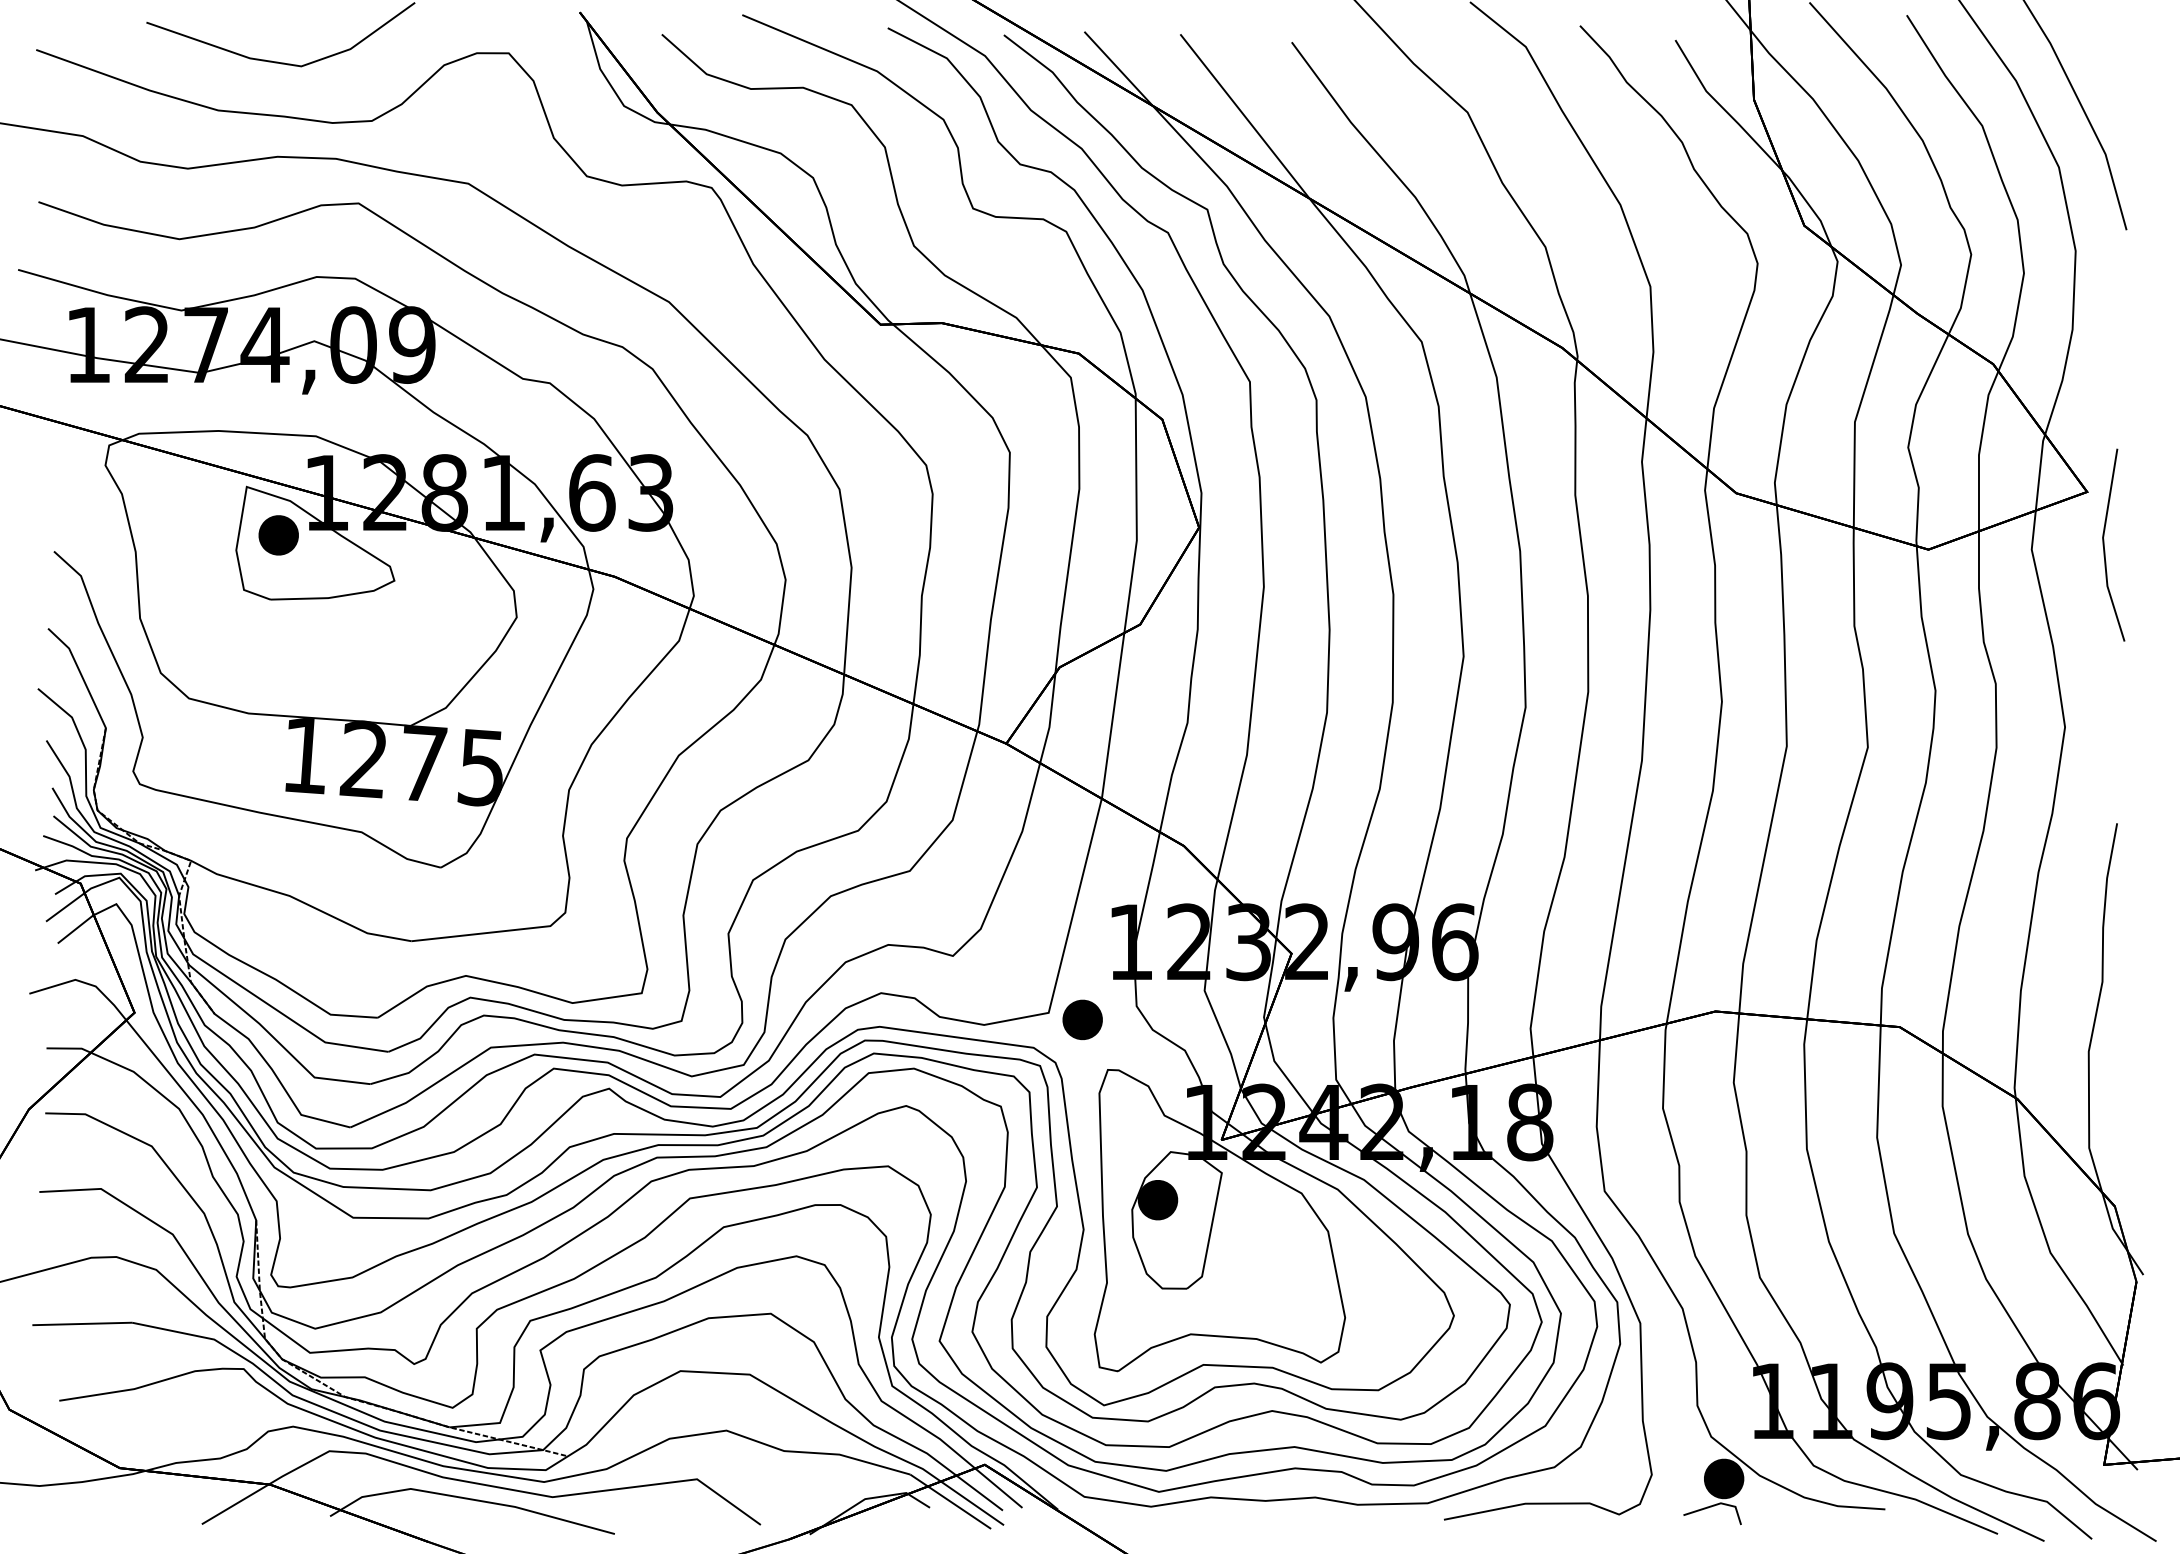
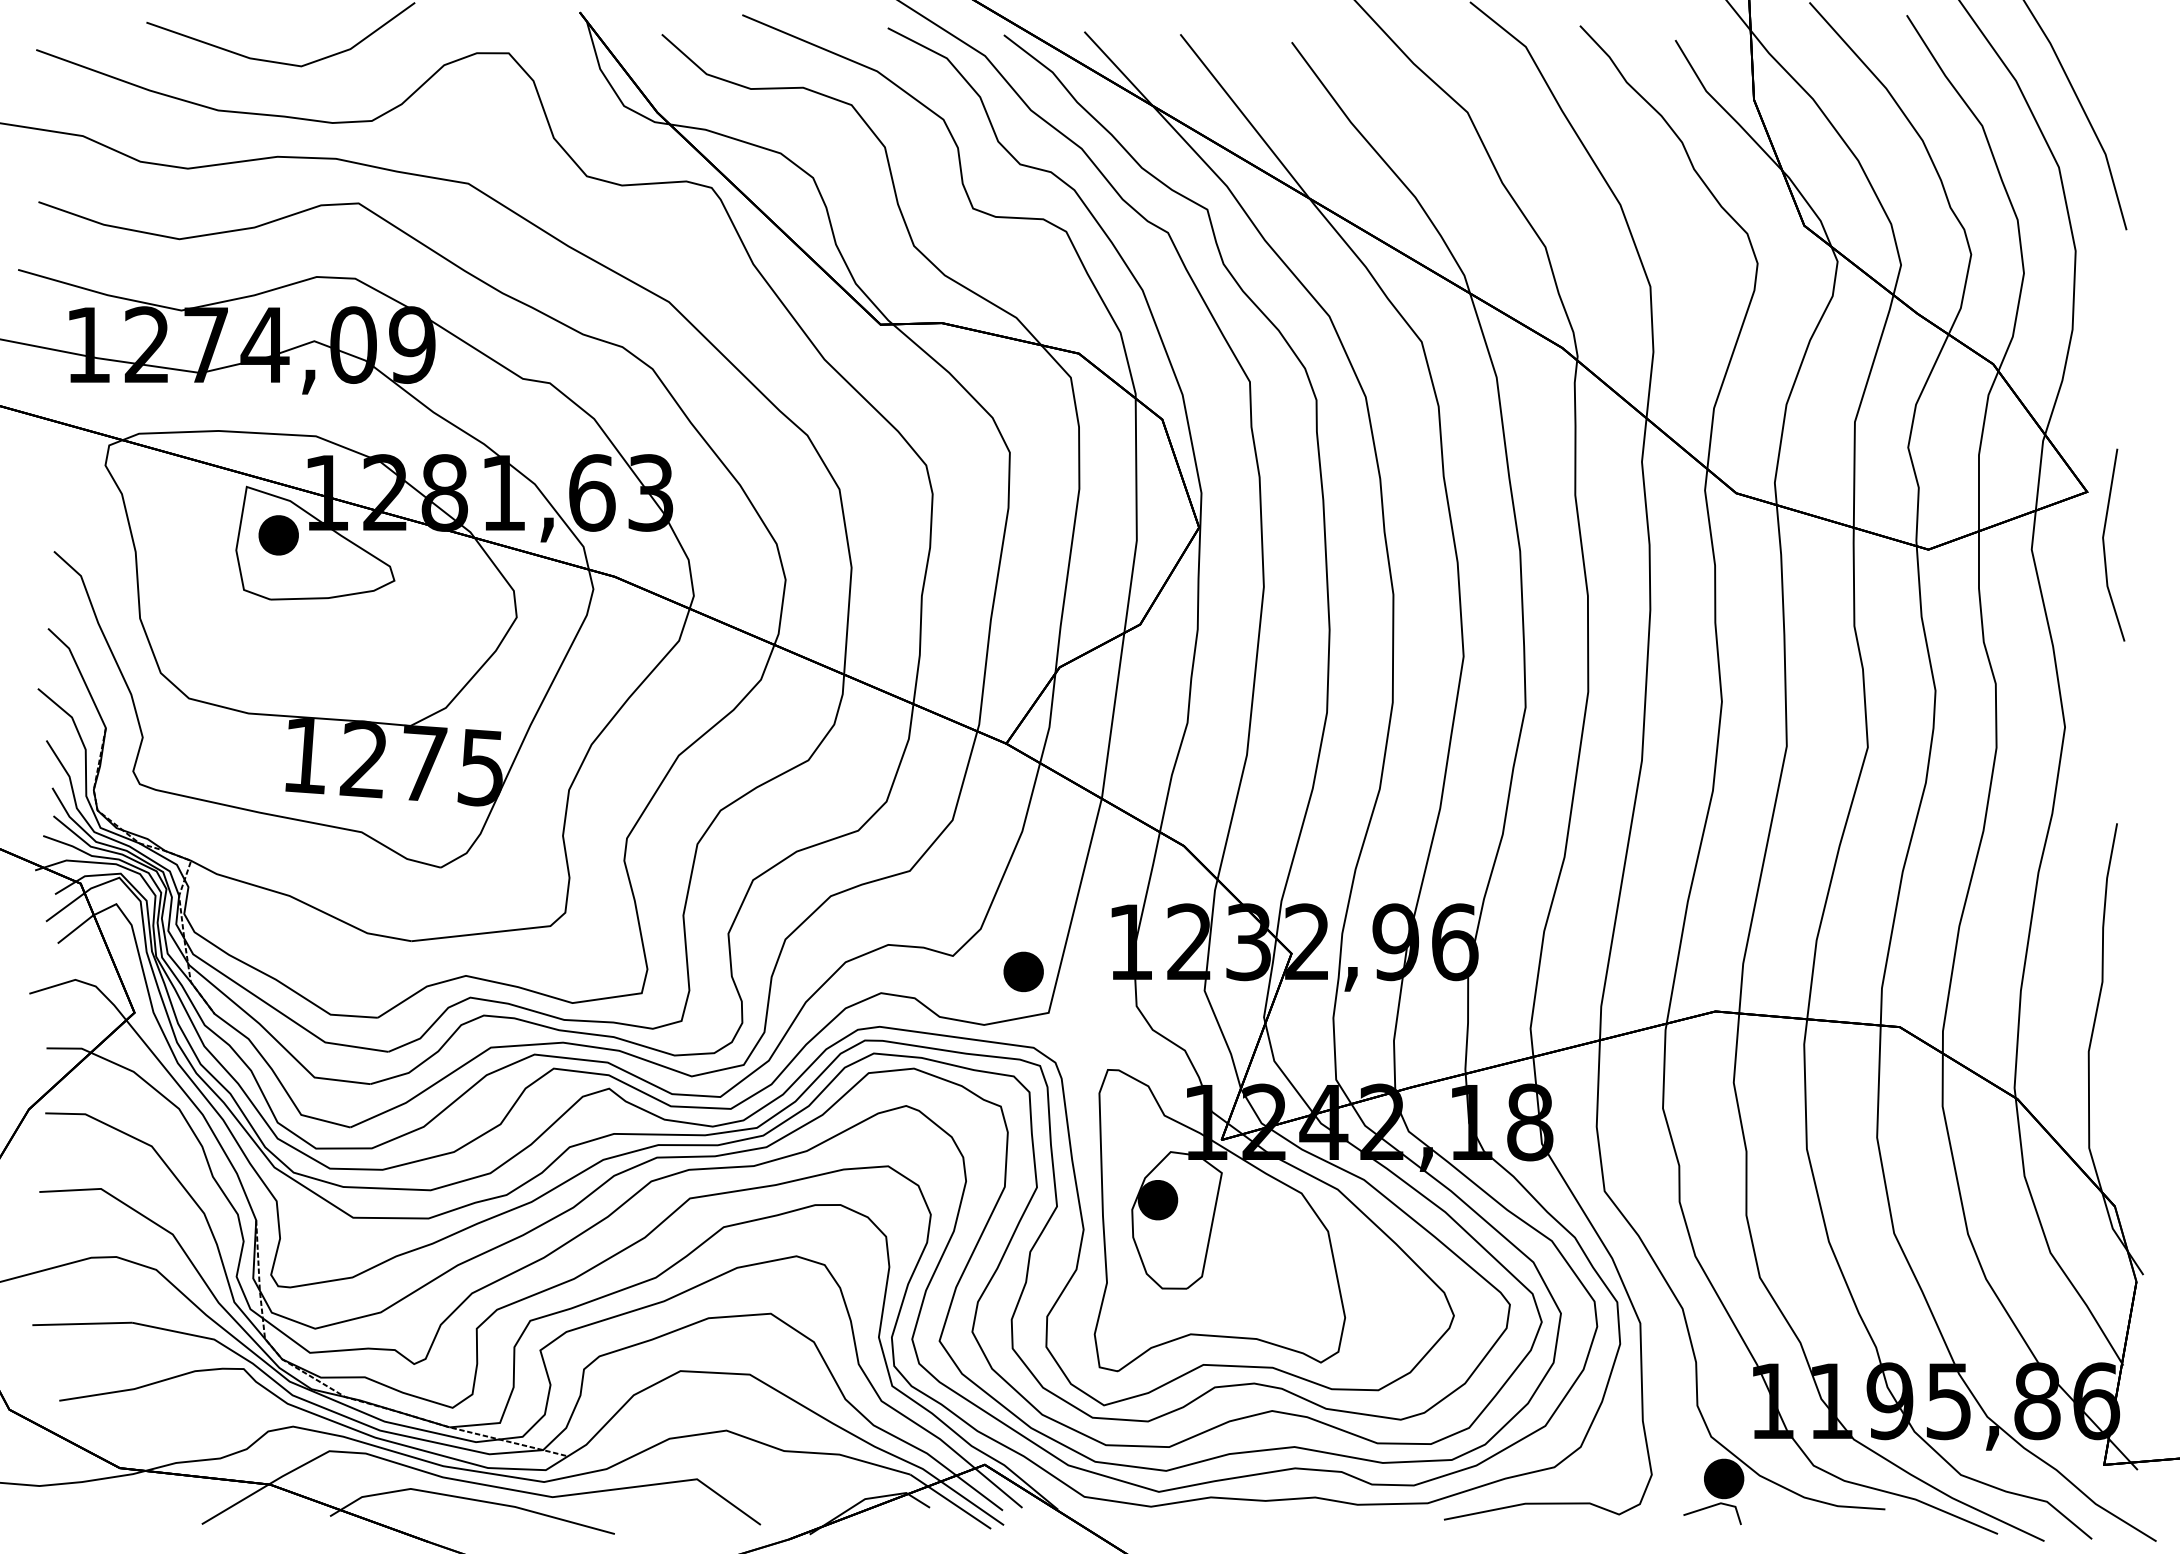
part at (1082, 1019) position: (1082, 1019) -> (1023, 971)
